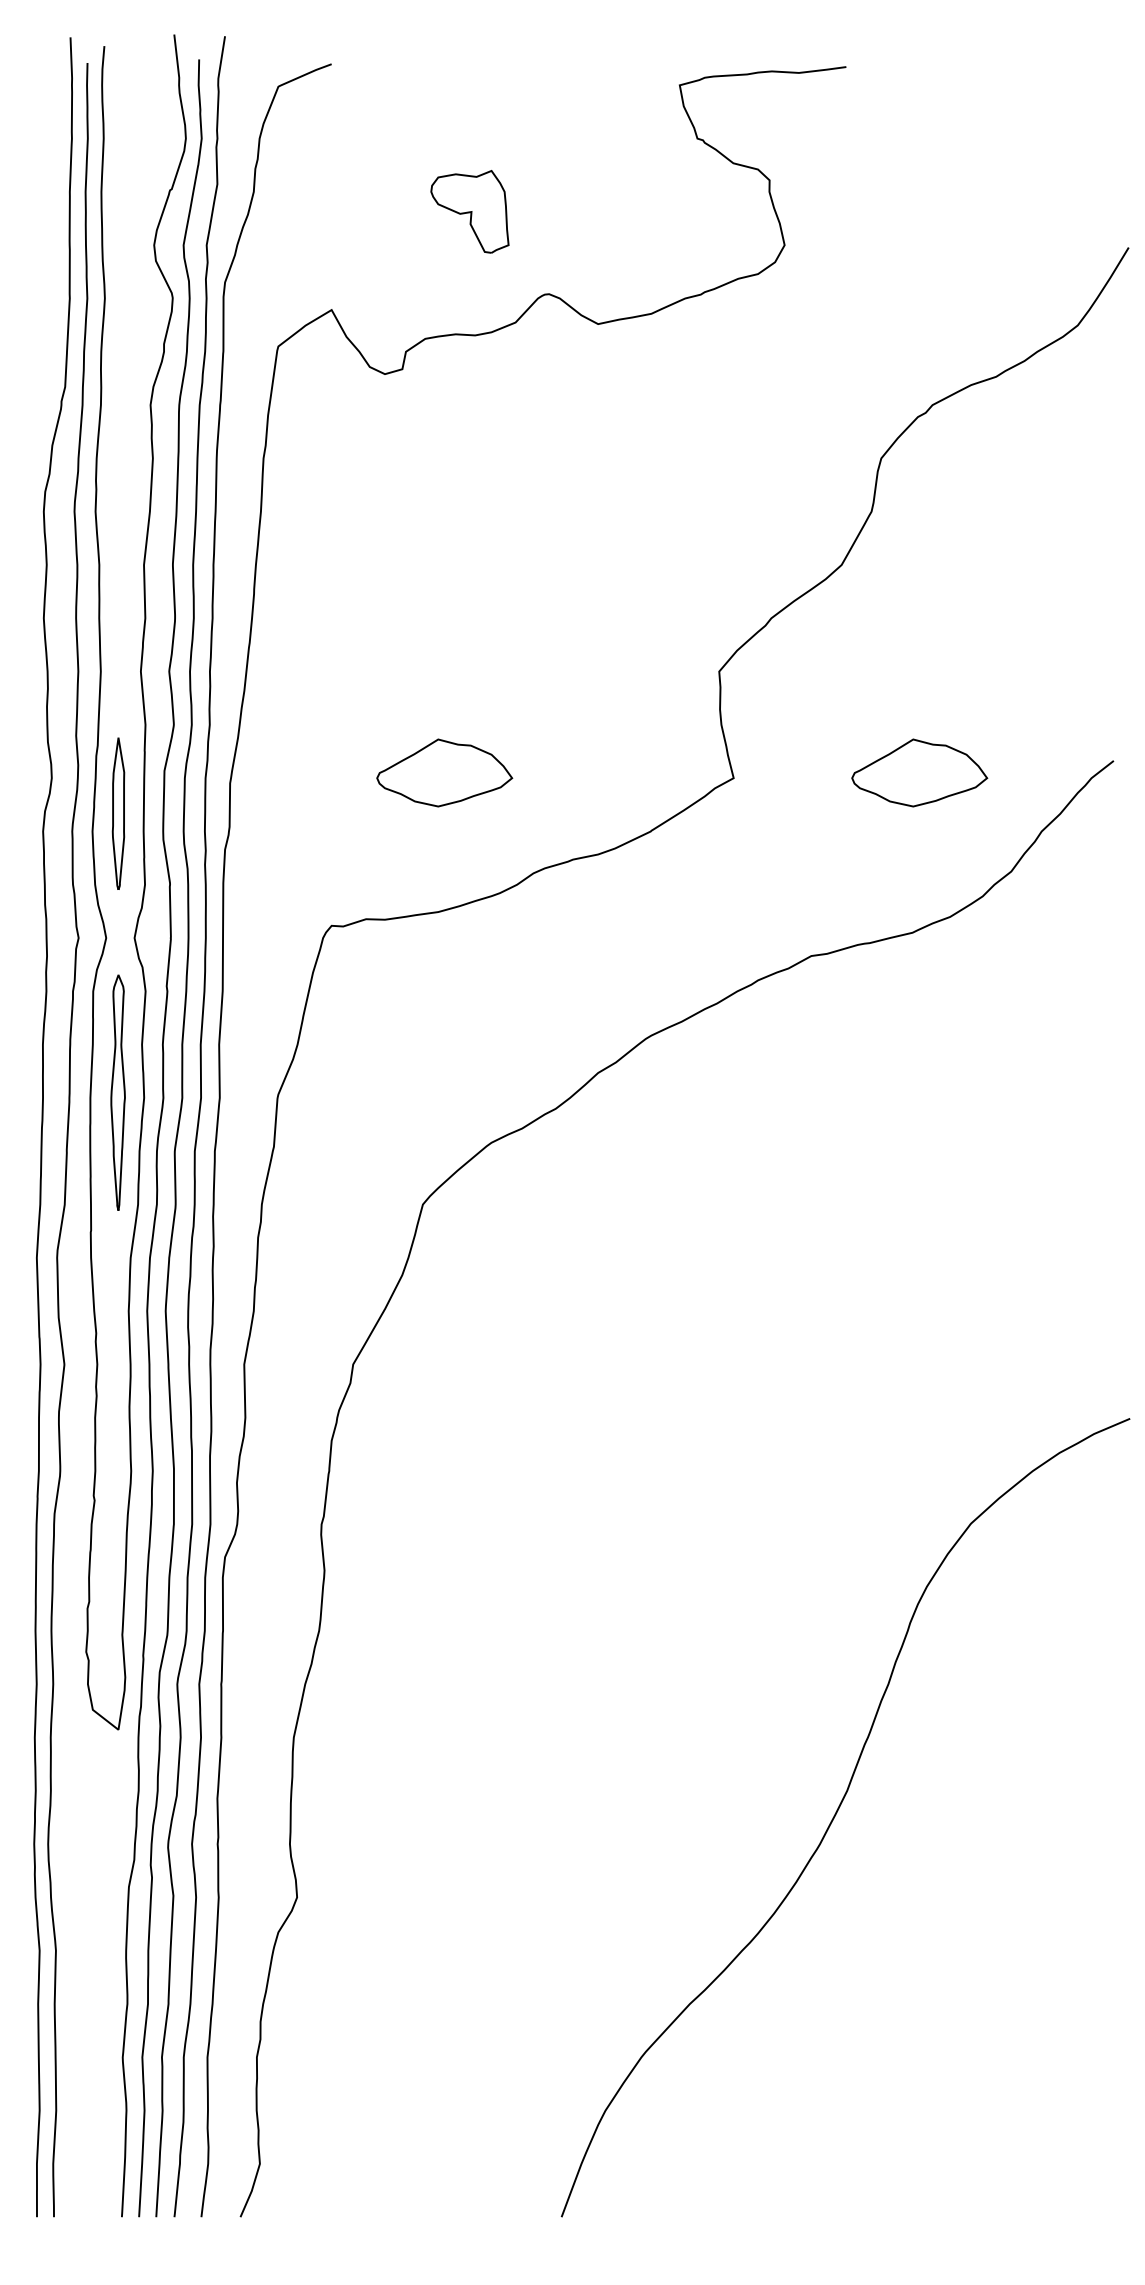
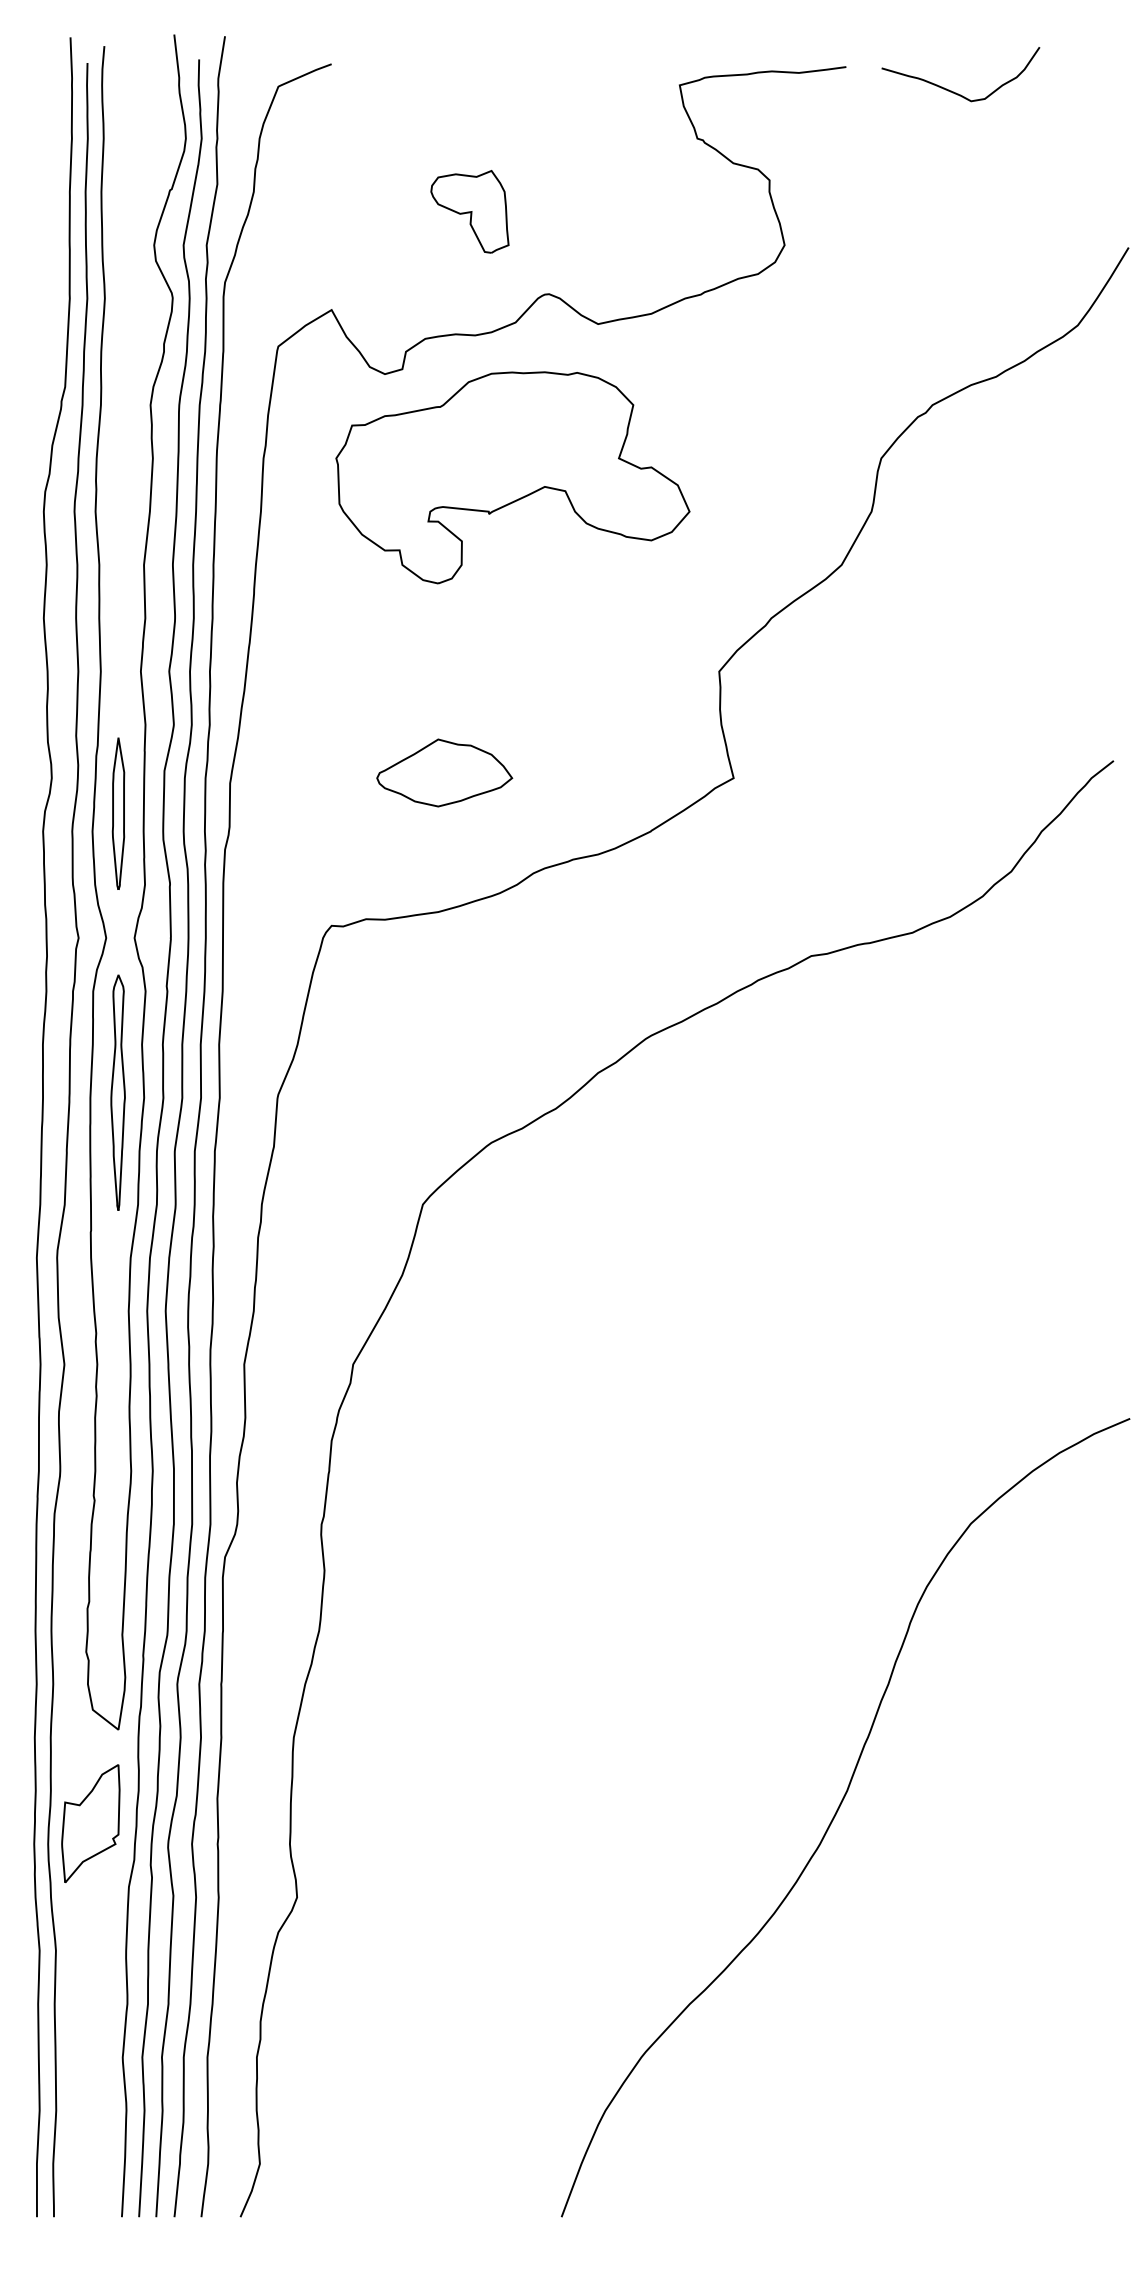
curve at (951, 90): none -> present
part at (512, 477): none -> present
part at (919, 772): present -> none
part at (90, 1823): none -> present
